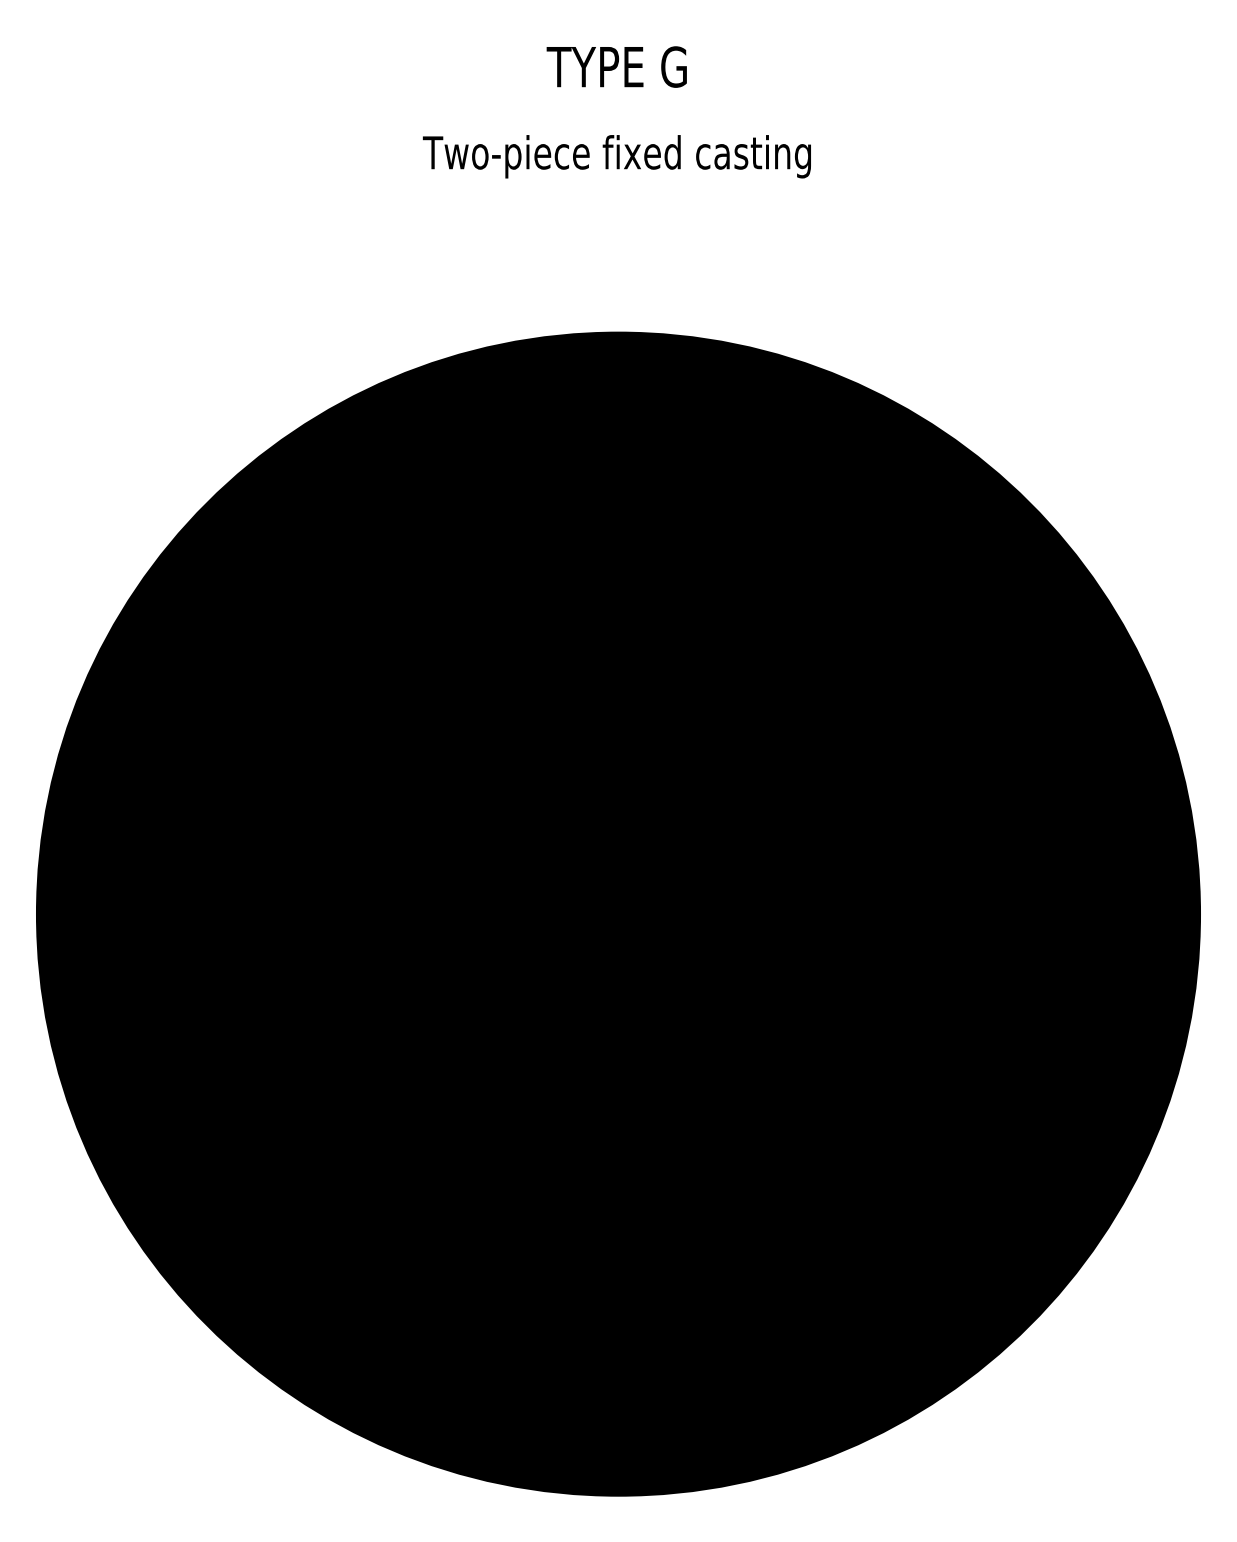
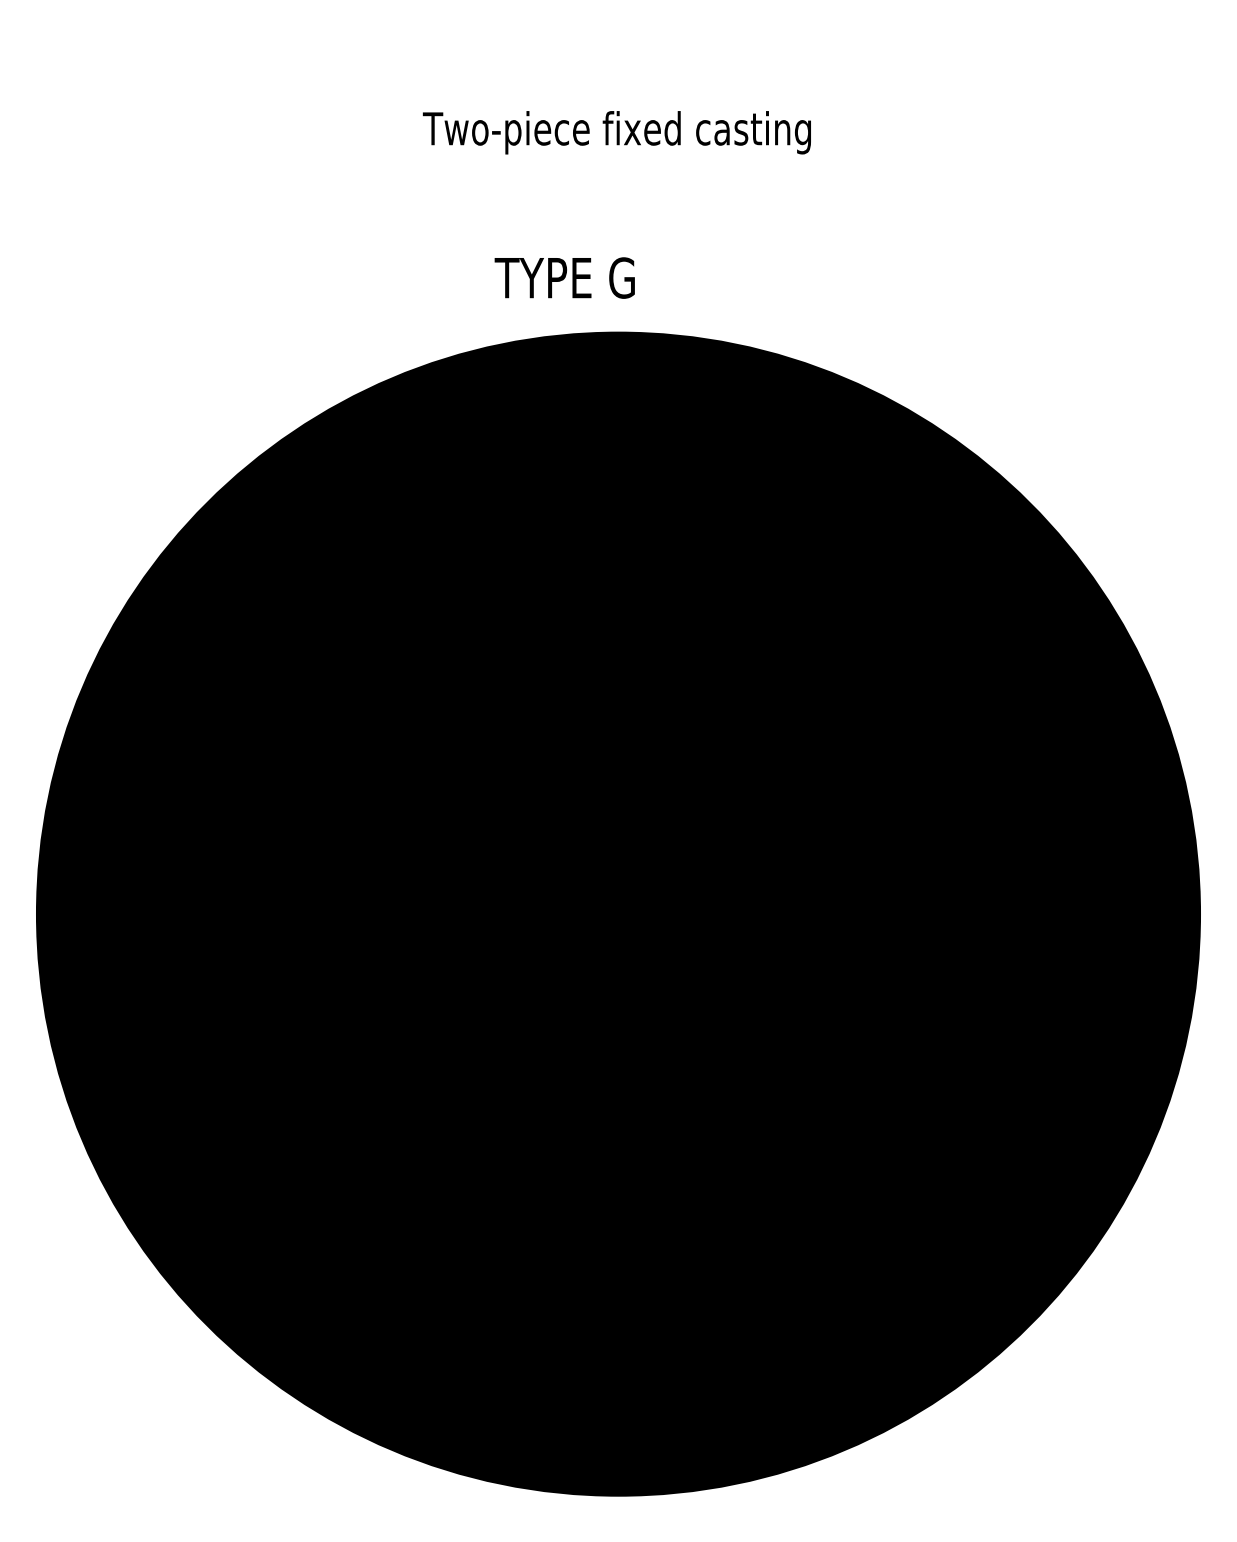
text at (616, 66) position: (616, 66) -> (564, 277)
text at (616, 156) position: (616, 156) -> (616, 132)
